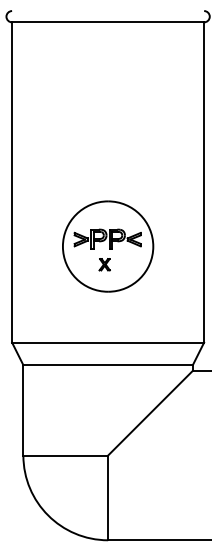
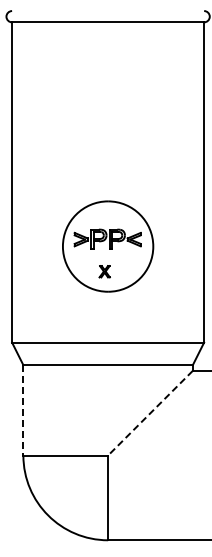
part at (104, 264) position: (104, 264) -> (104, 271)
line at (23, 410): solid -> dashed
line at (150, 413): solid -> dashed
